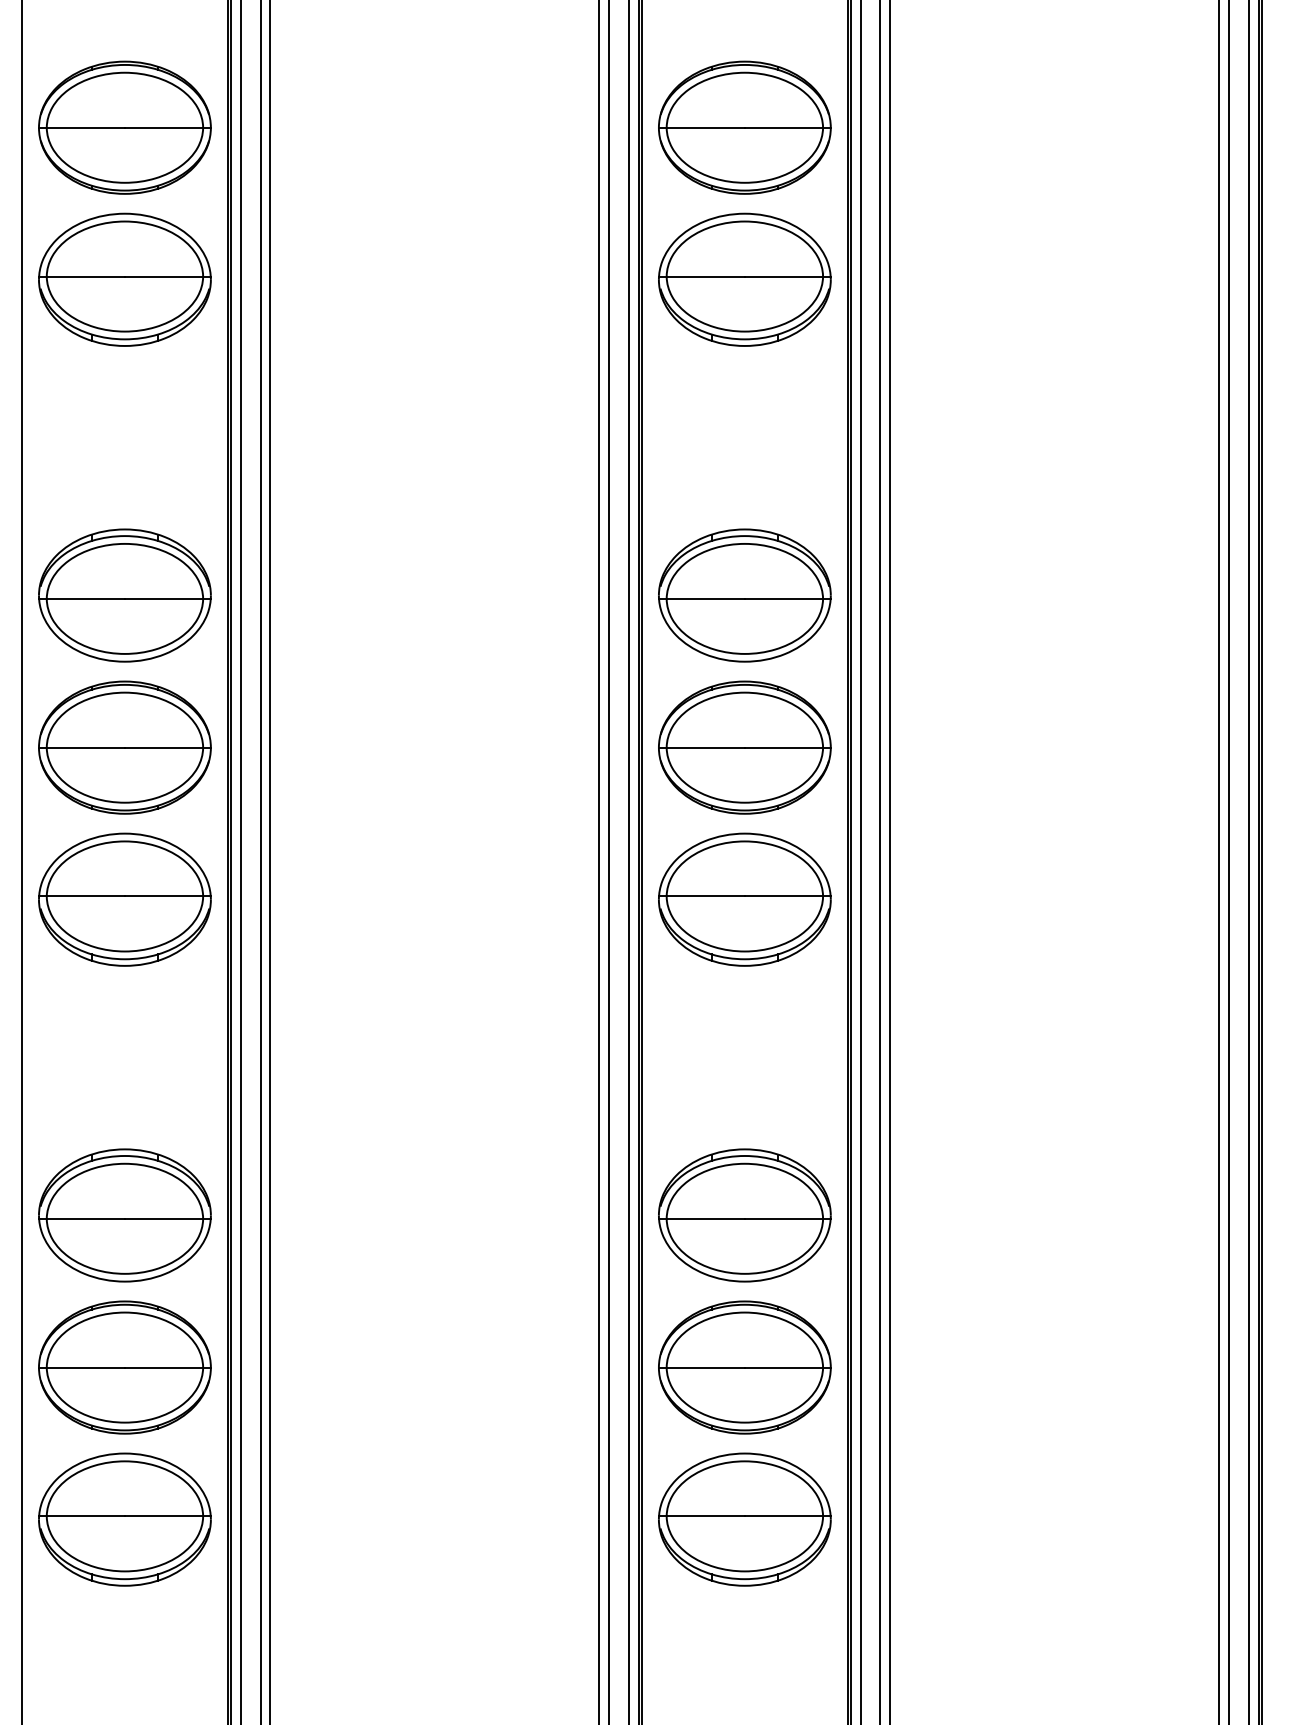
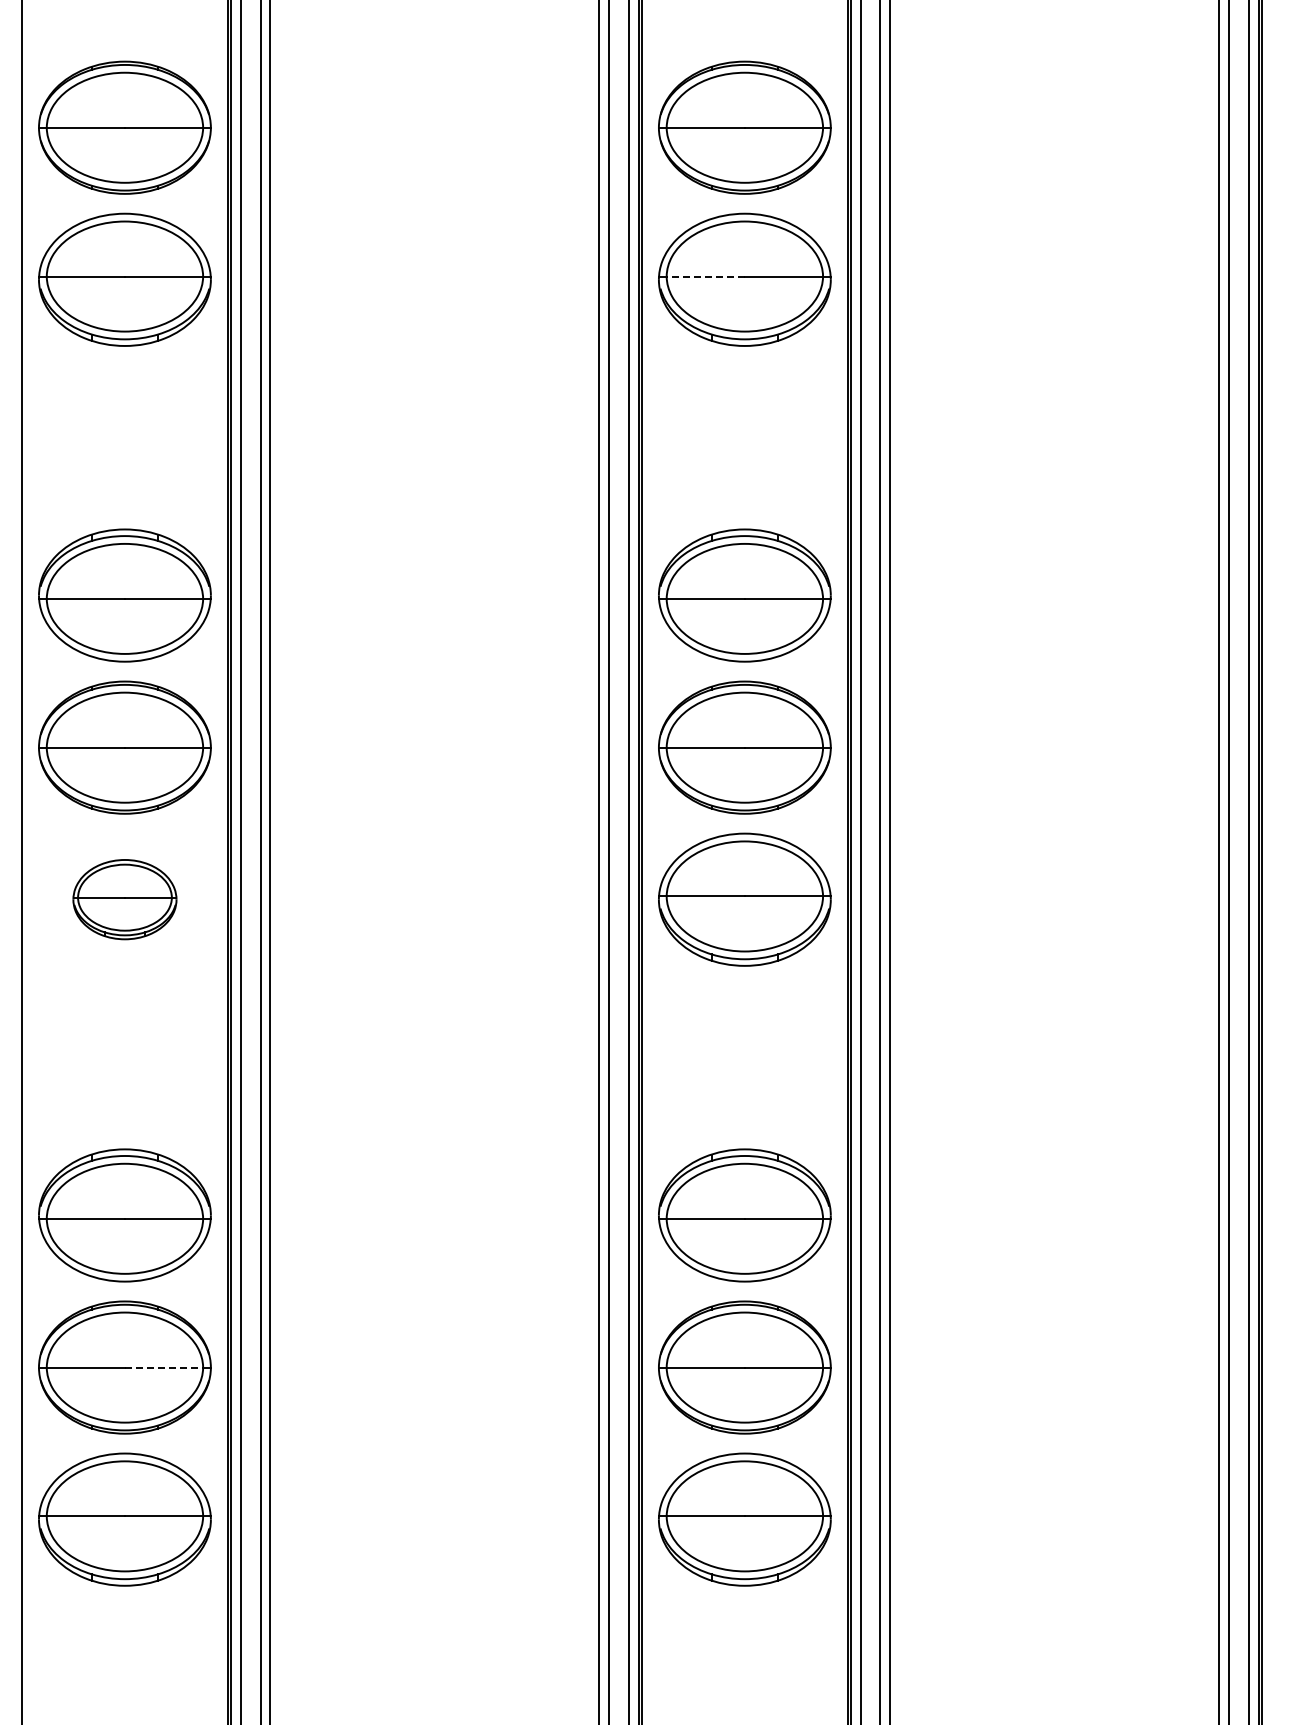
line at (705, 276): solid -> dashed
part at (124, 899) size: 174x135 px -> 106x82 px
line at (164, 1367): solid -> dashed
